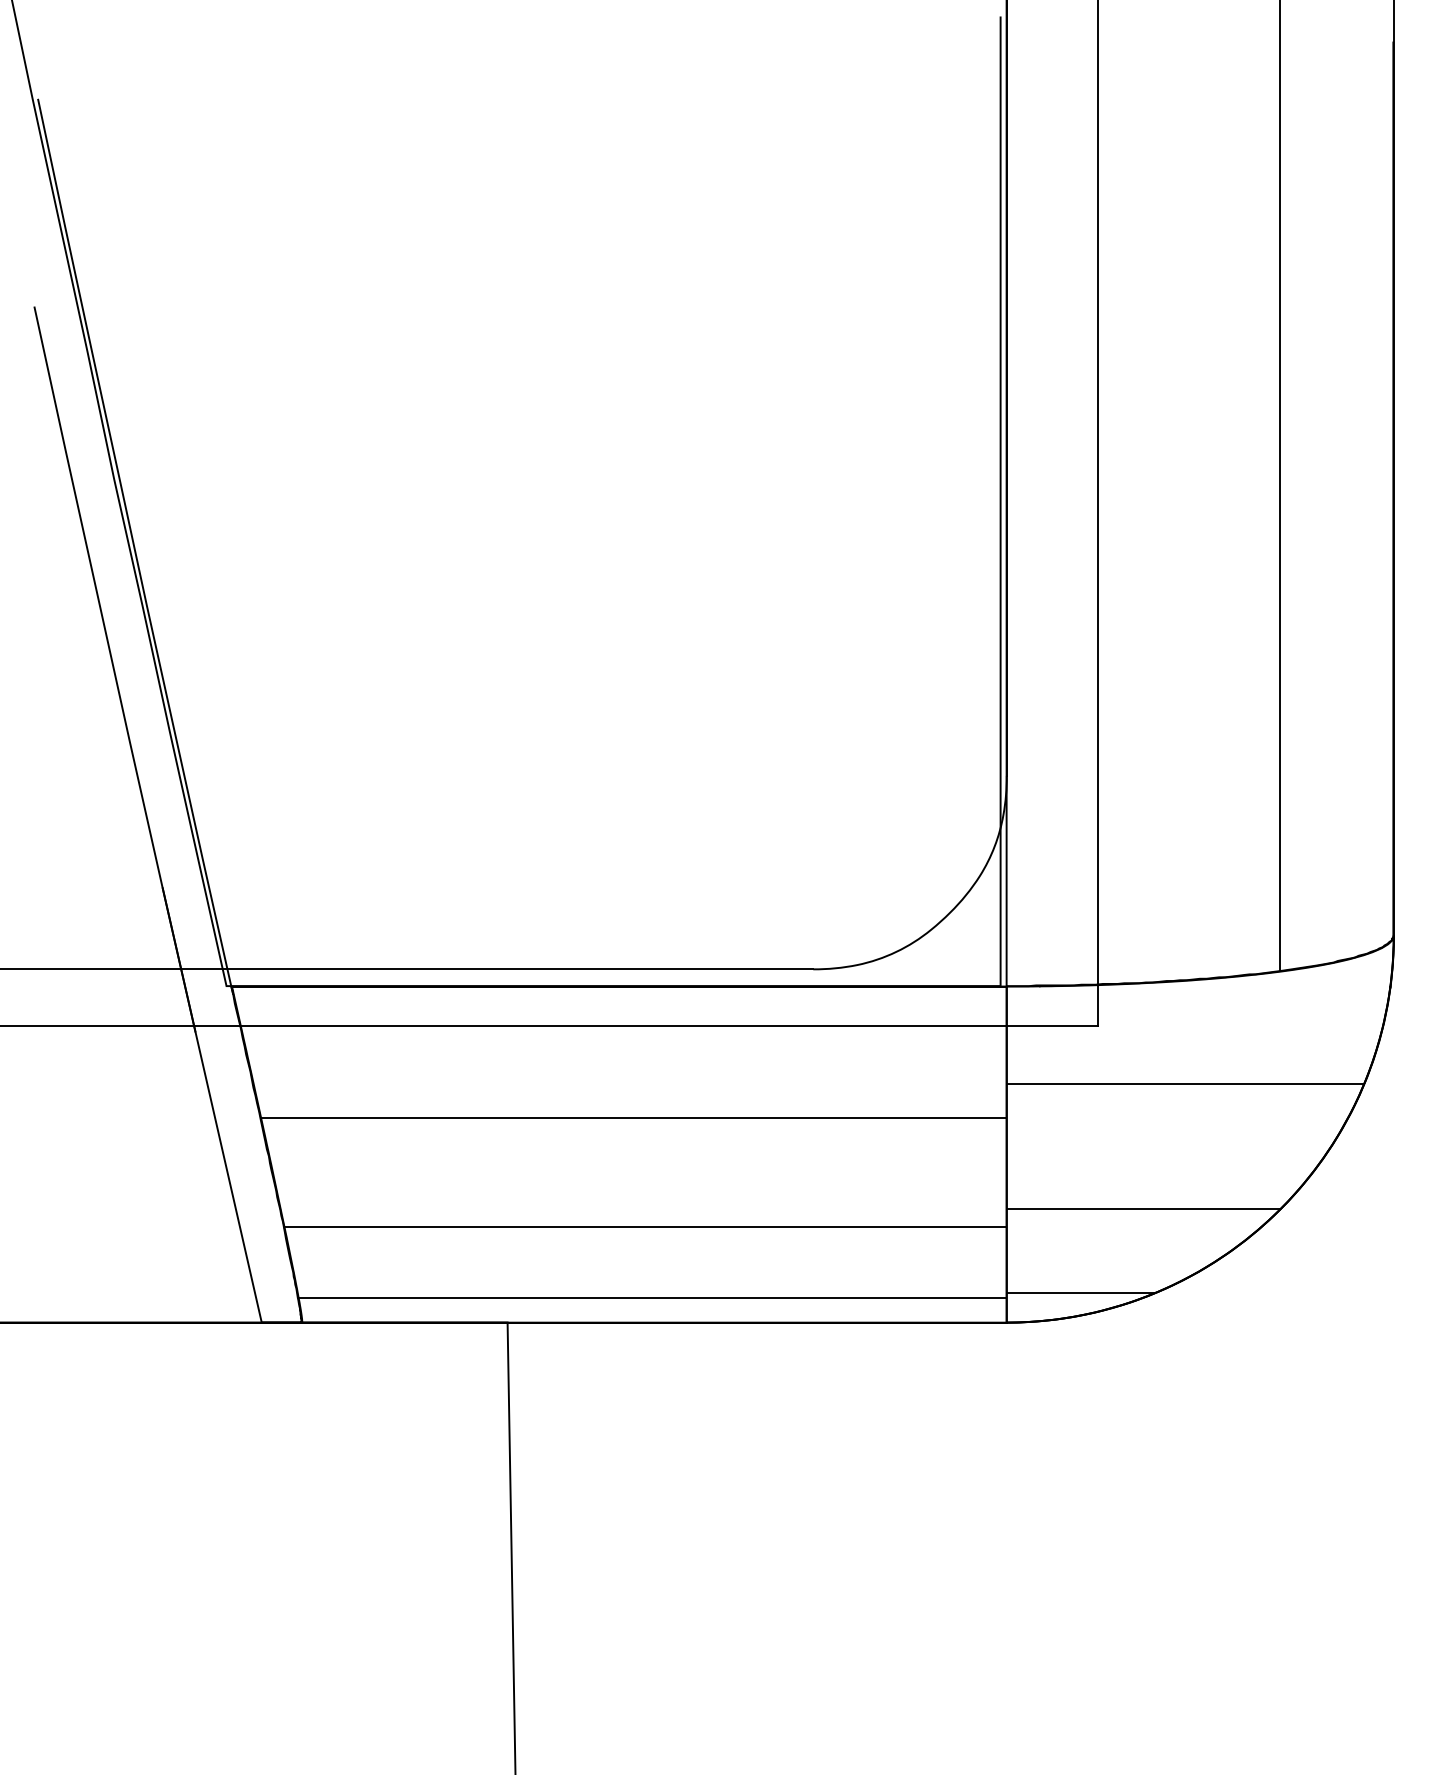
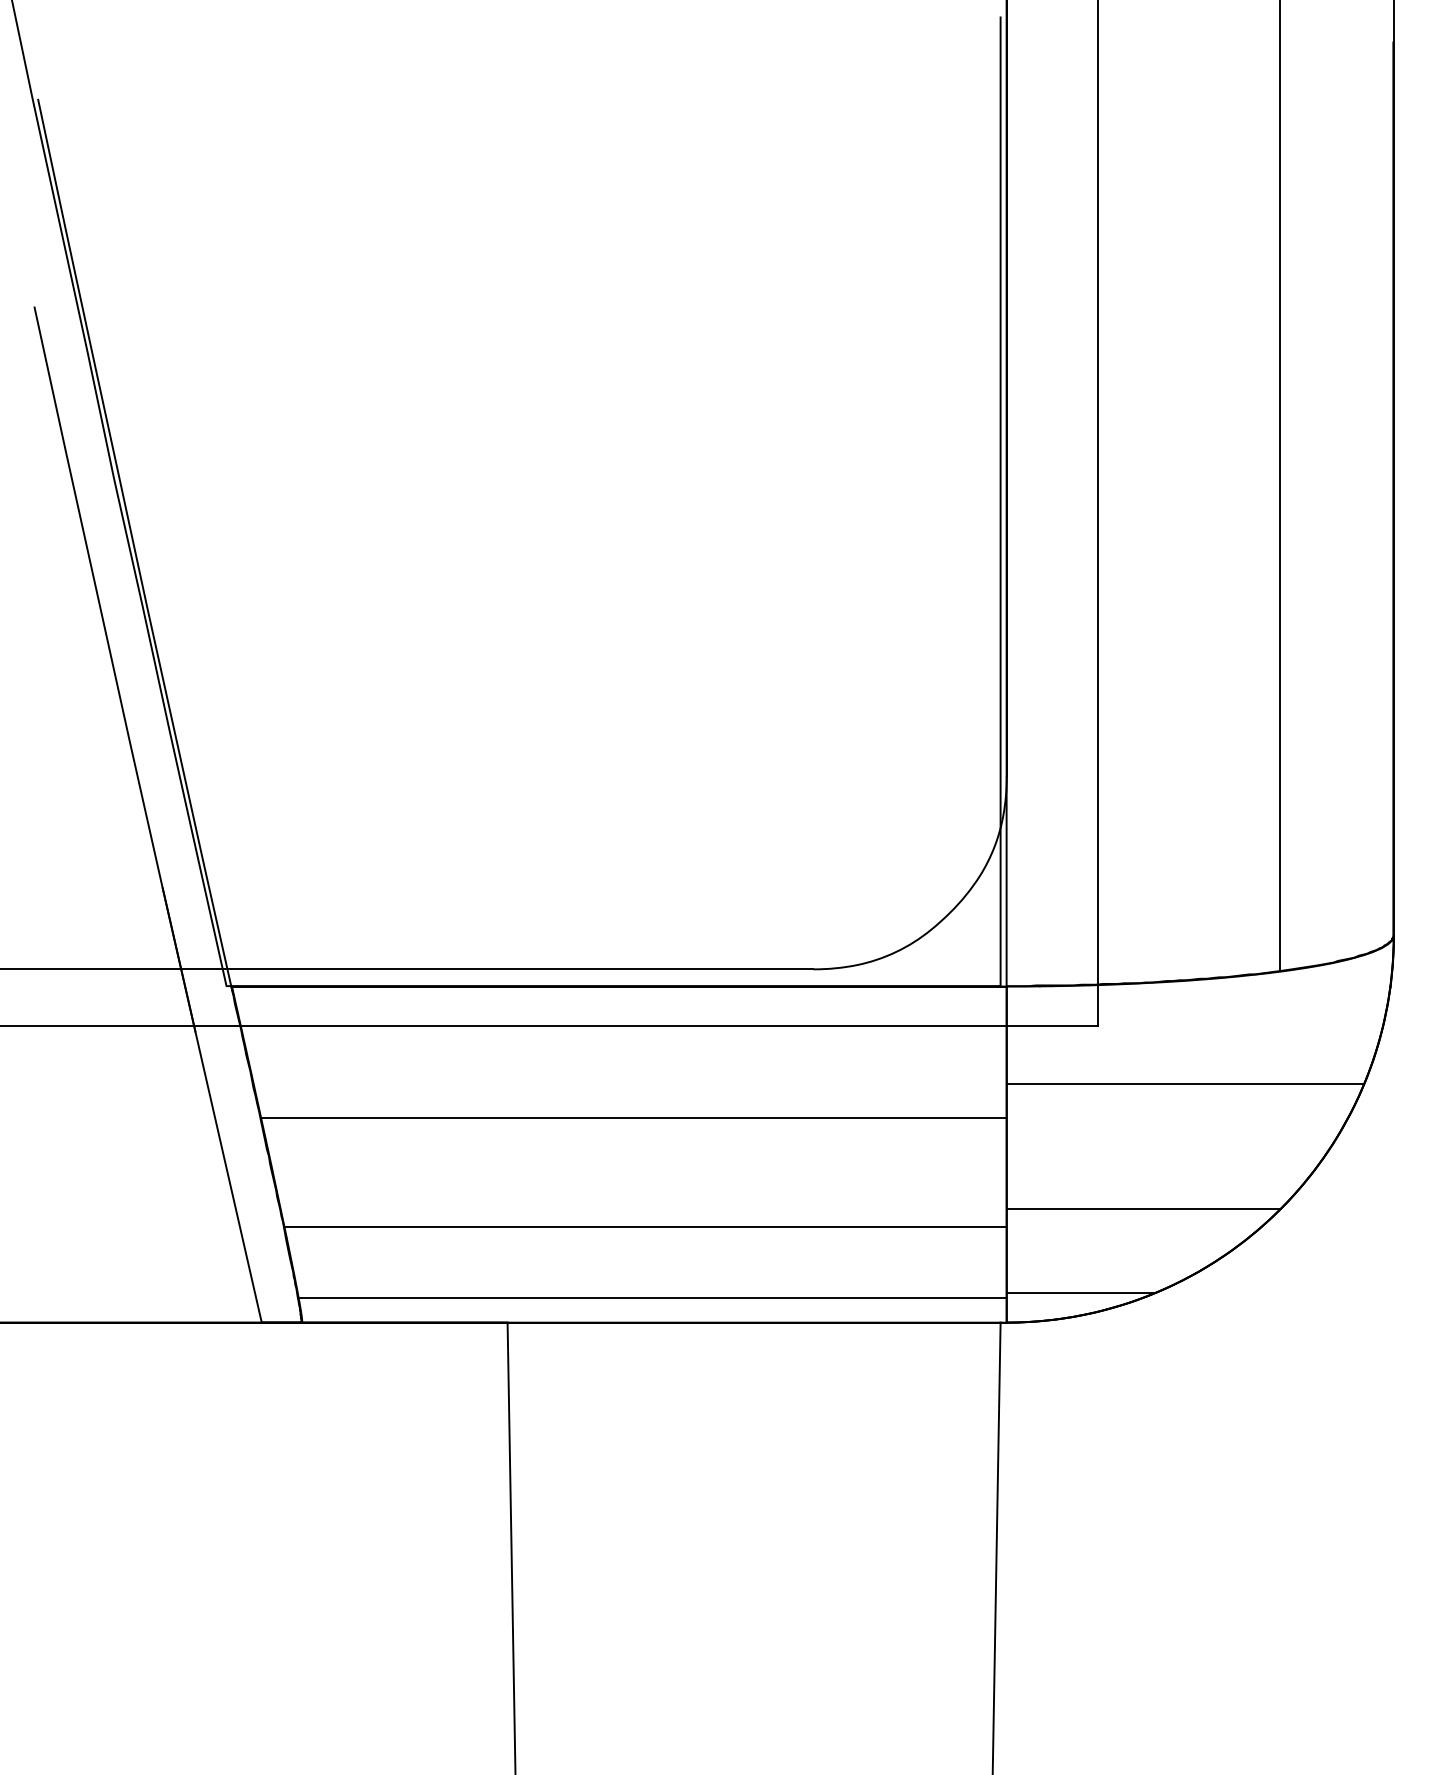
line at (996, 1546): none -> present
